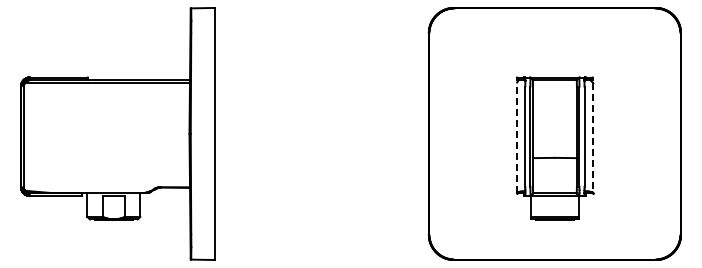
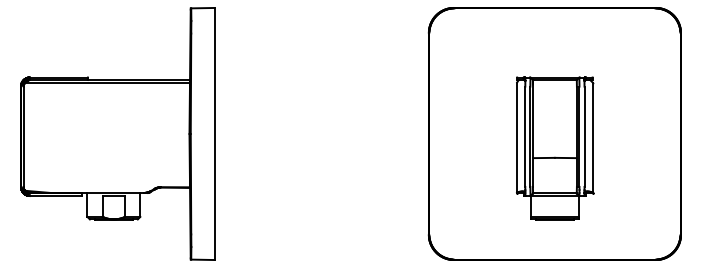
line at (517, 137): dashed -> solid
line at (592, 138): dashed -> solid
